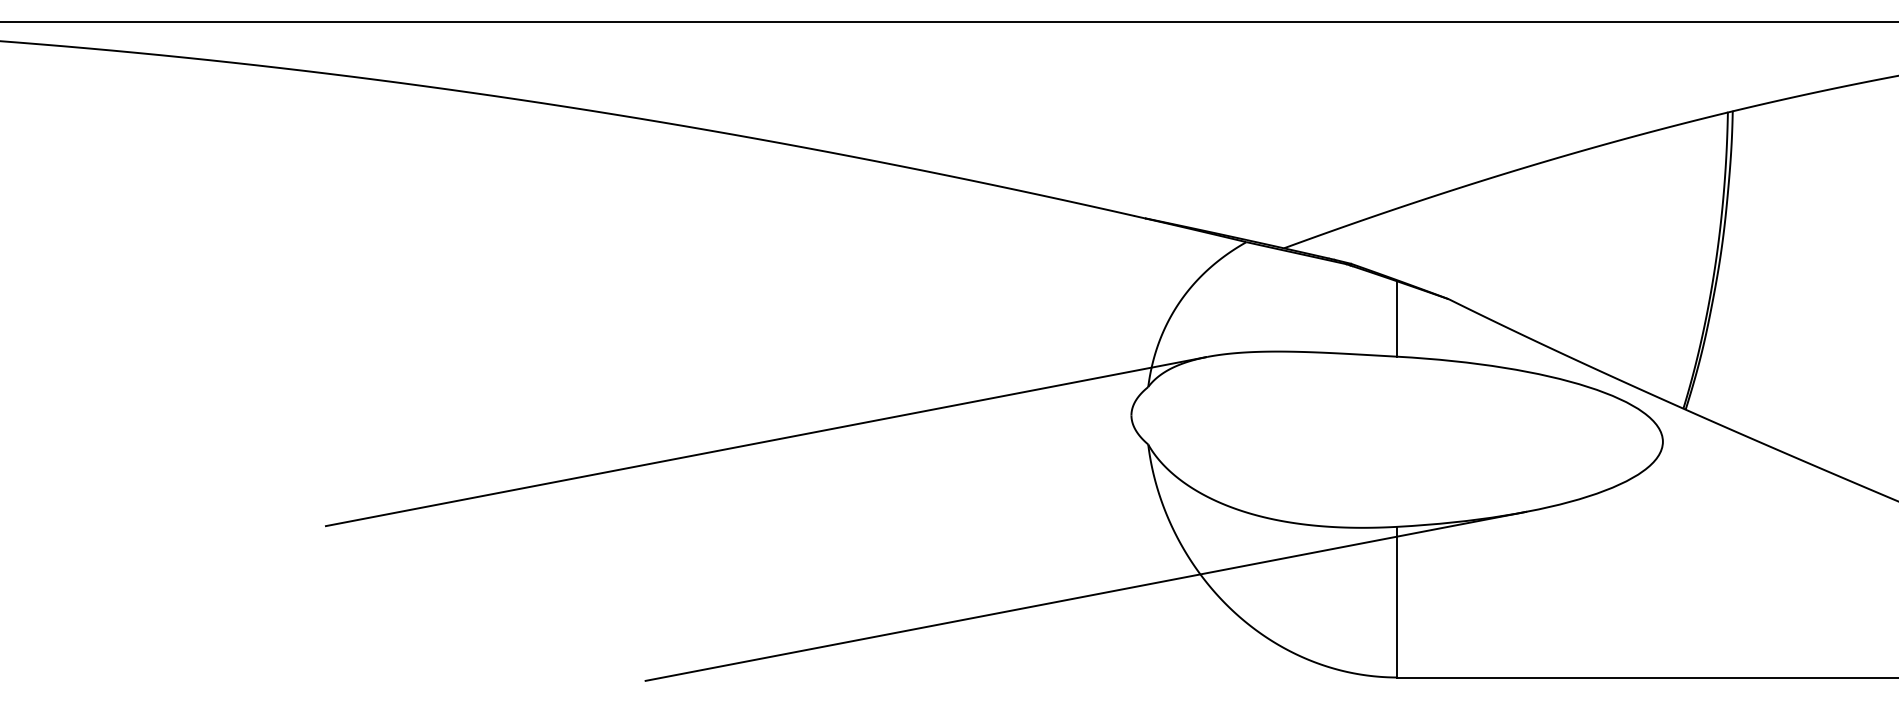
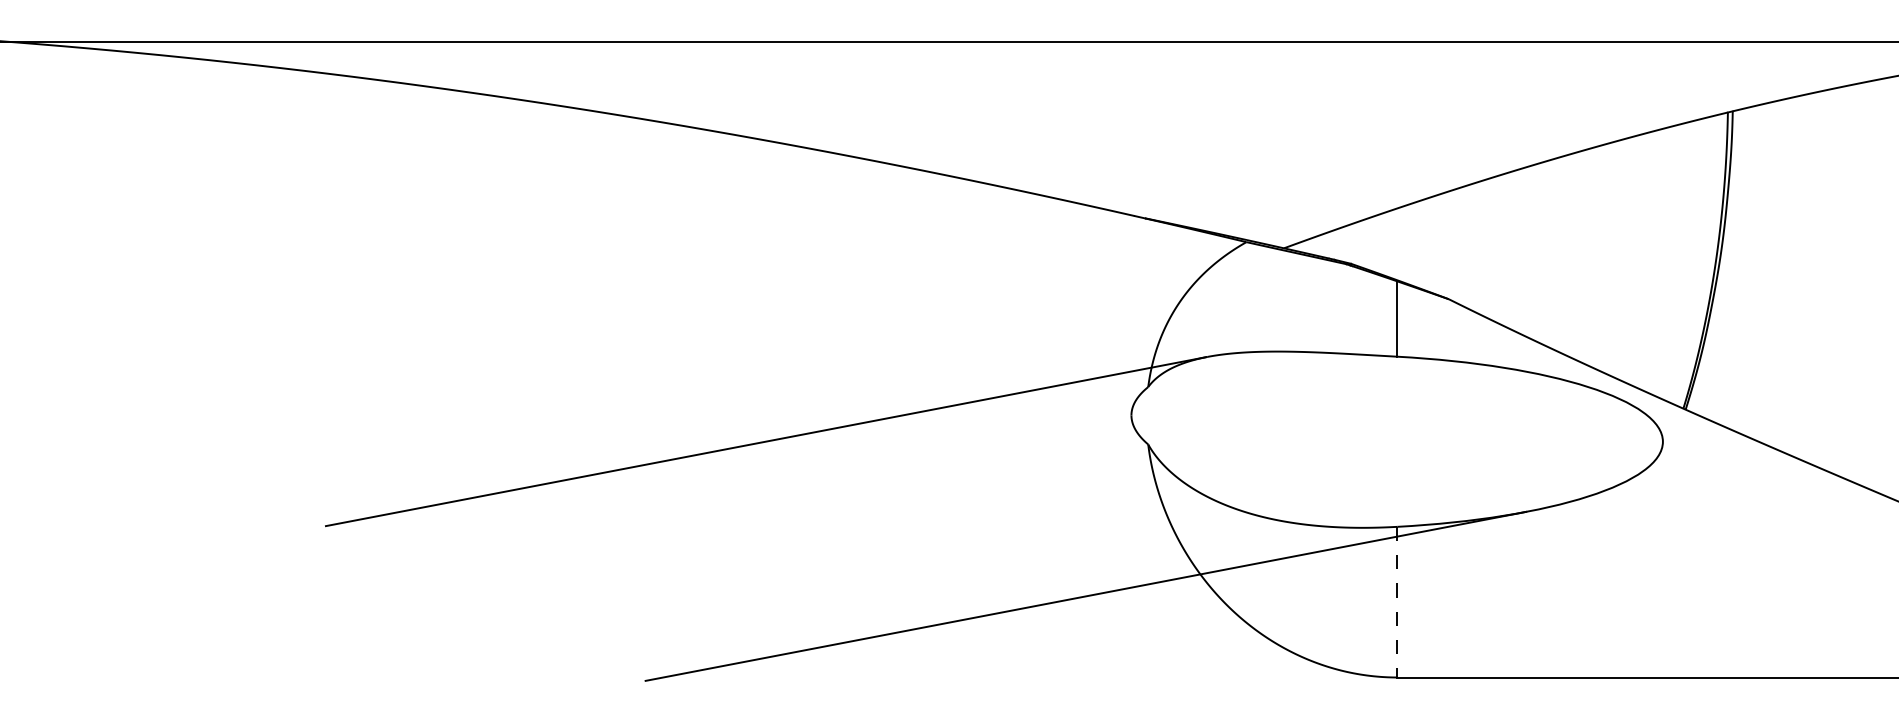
line at (948, 21) position: (948, 21) -> (948, 41)
line at (1397, 602): solid -> dashed
